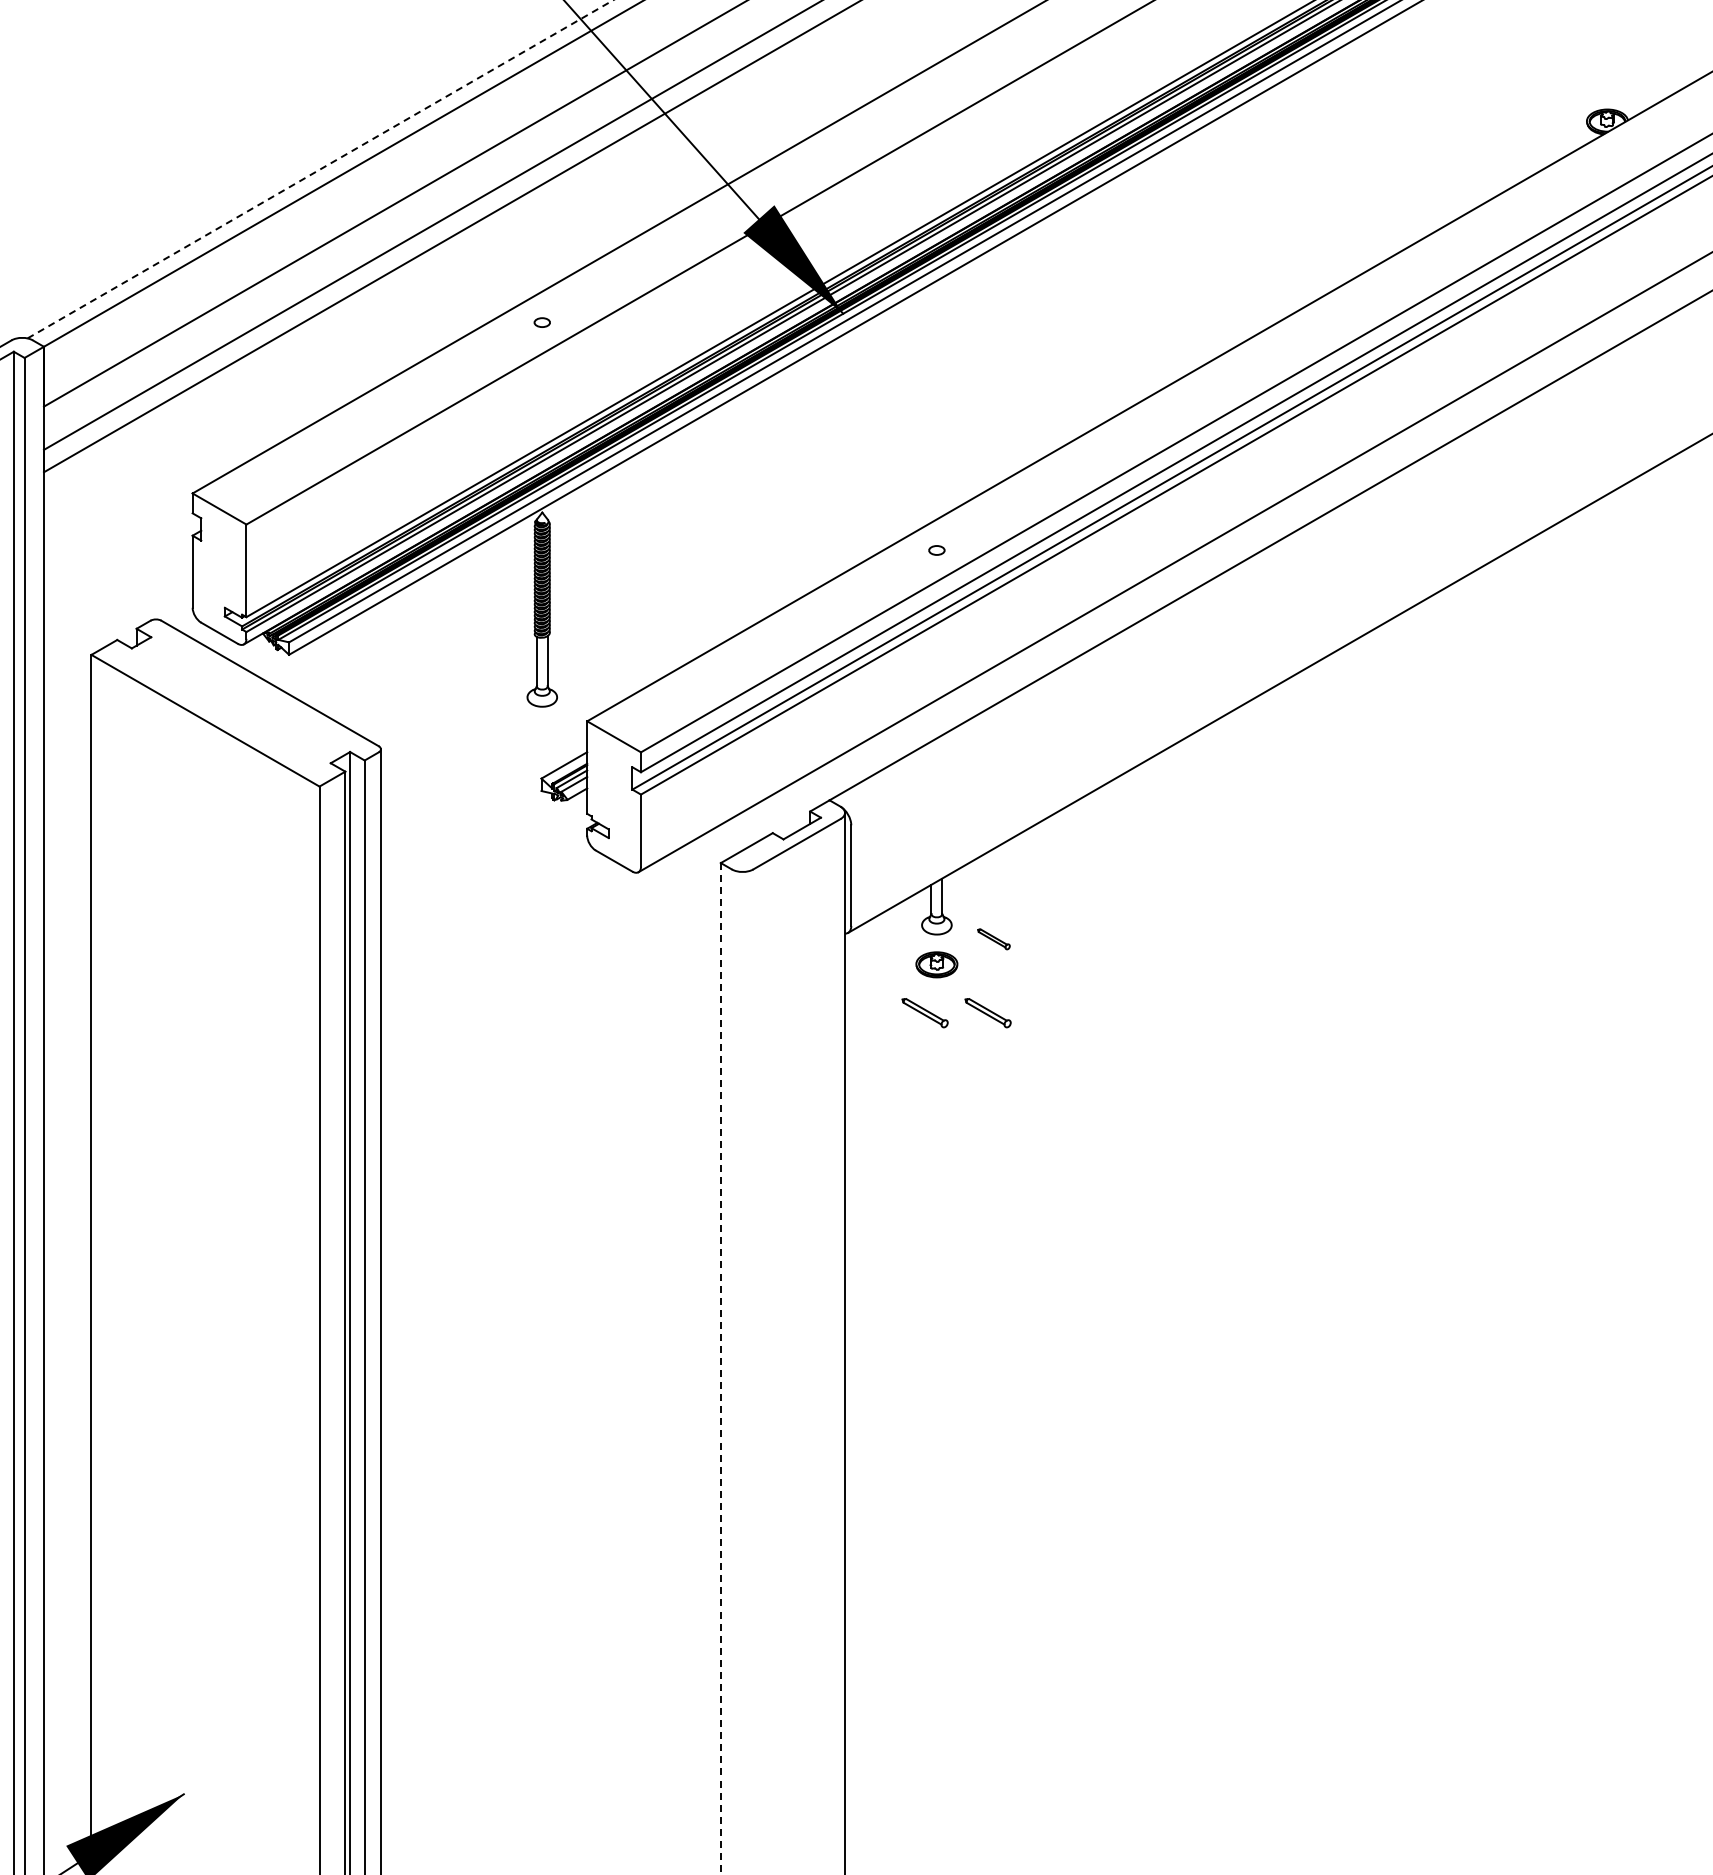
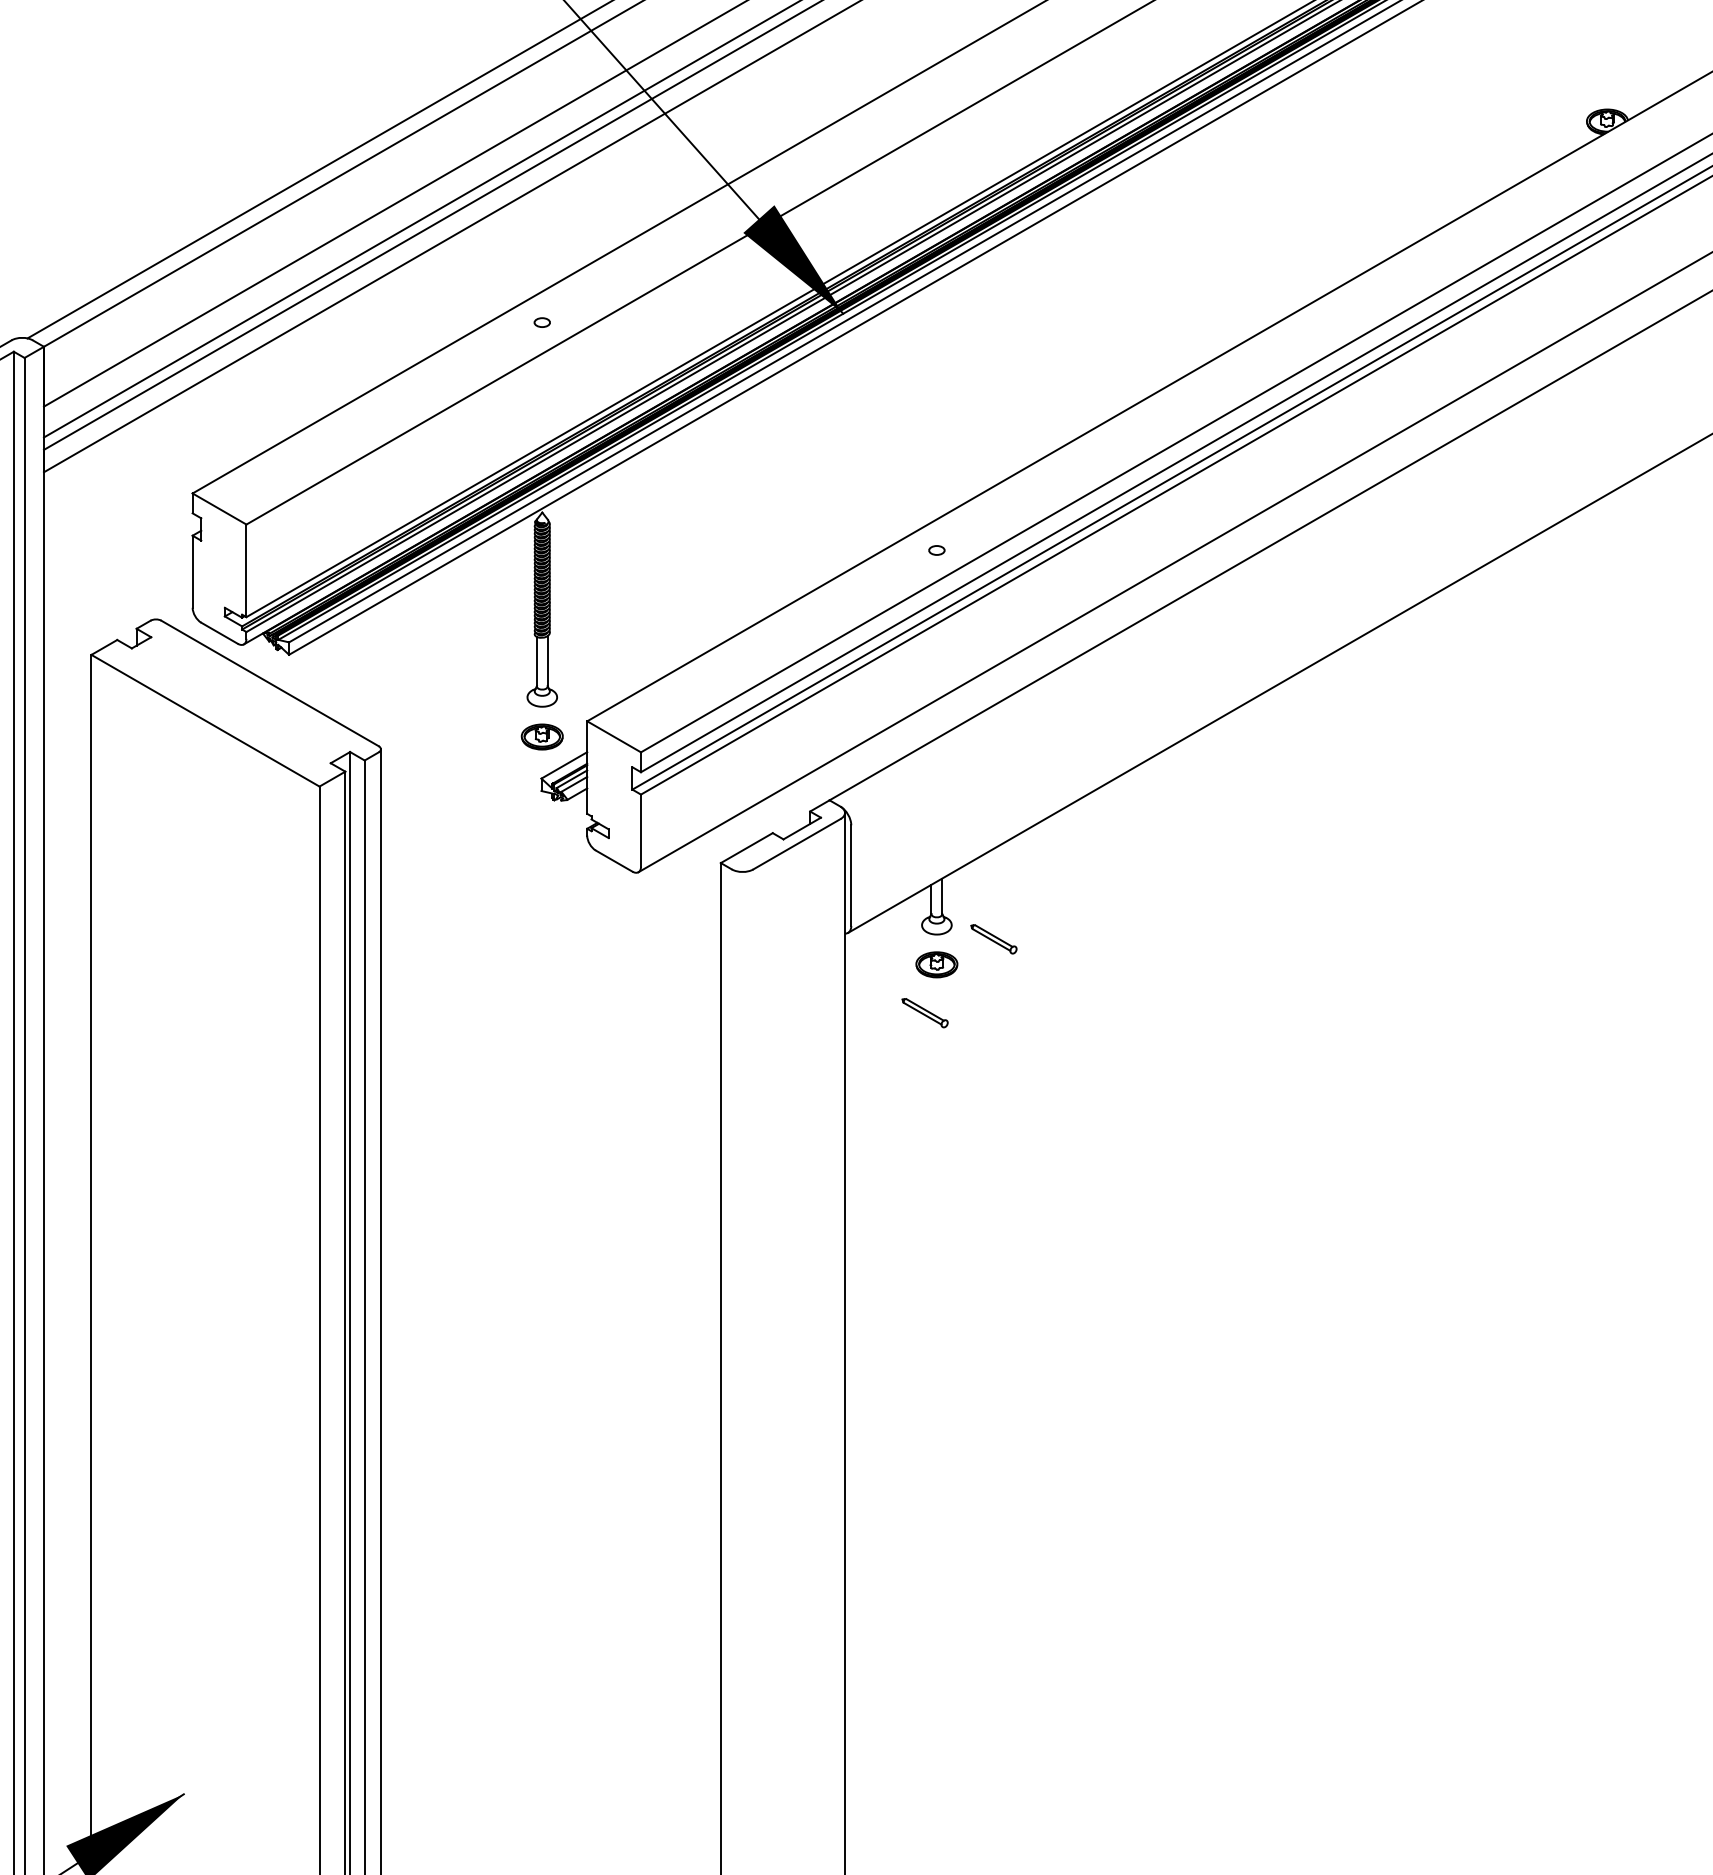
line at (321, 169): dashed -> solid
line at (420, 219): none -> present
part at (541, 736): none -> present
part at (993, 939) size: 34x23 px -> 48x31 px
part at (987, 1013): present -> none
line at (720, 1369): dashed -> solid
